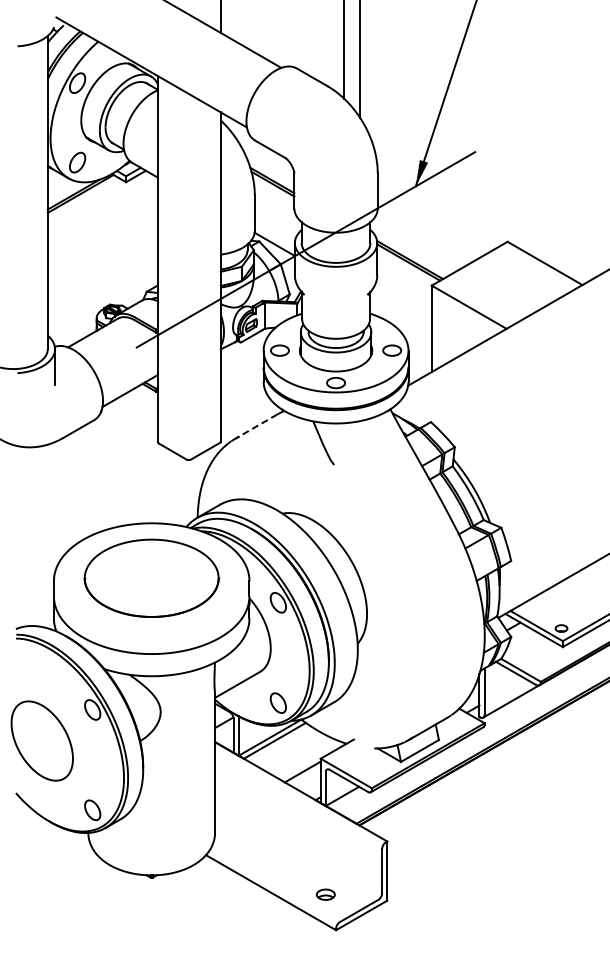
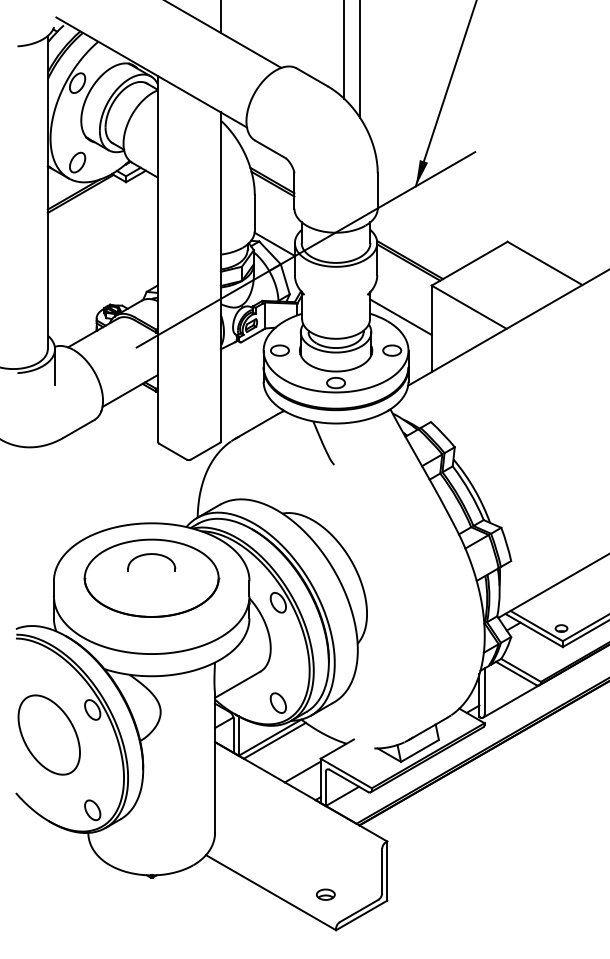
line at (400, 316): none -> present
line at (255, 426): dashed -> solid
part at (148, 555): none -> present
part at (41, 740) position: (41, 740) -> (48, 734)
